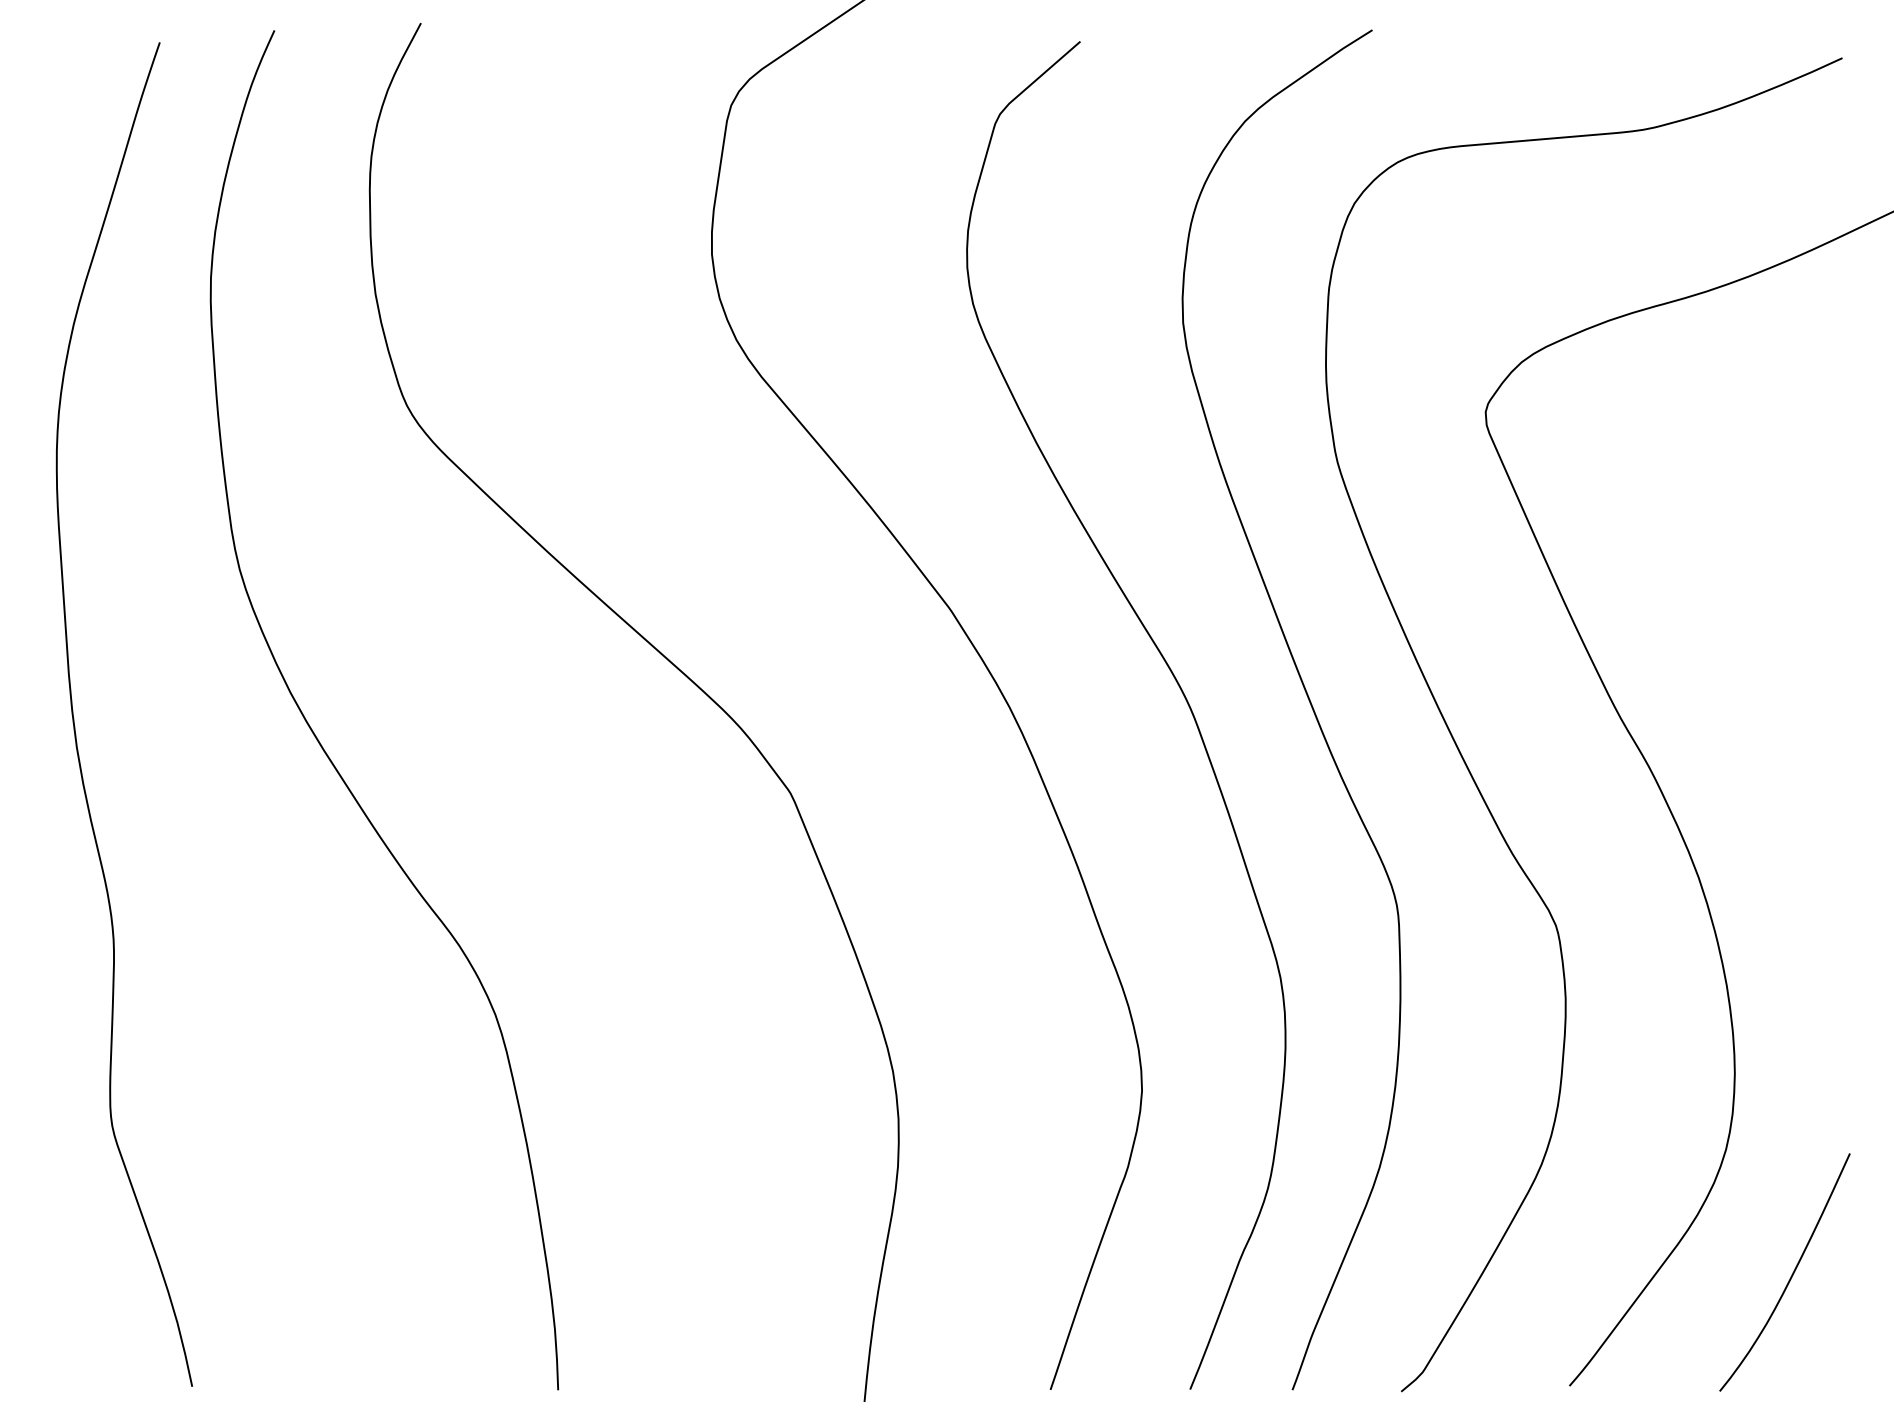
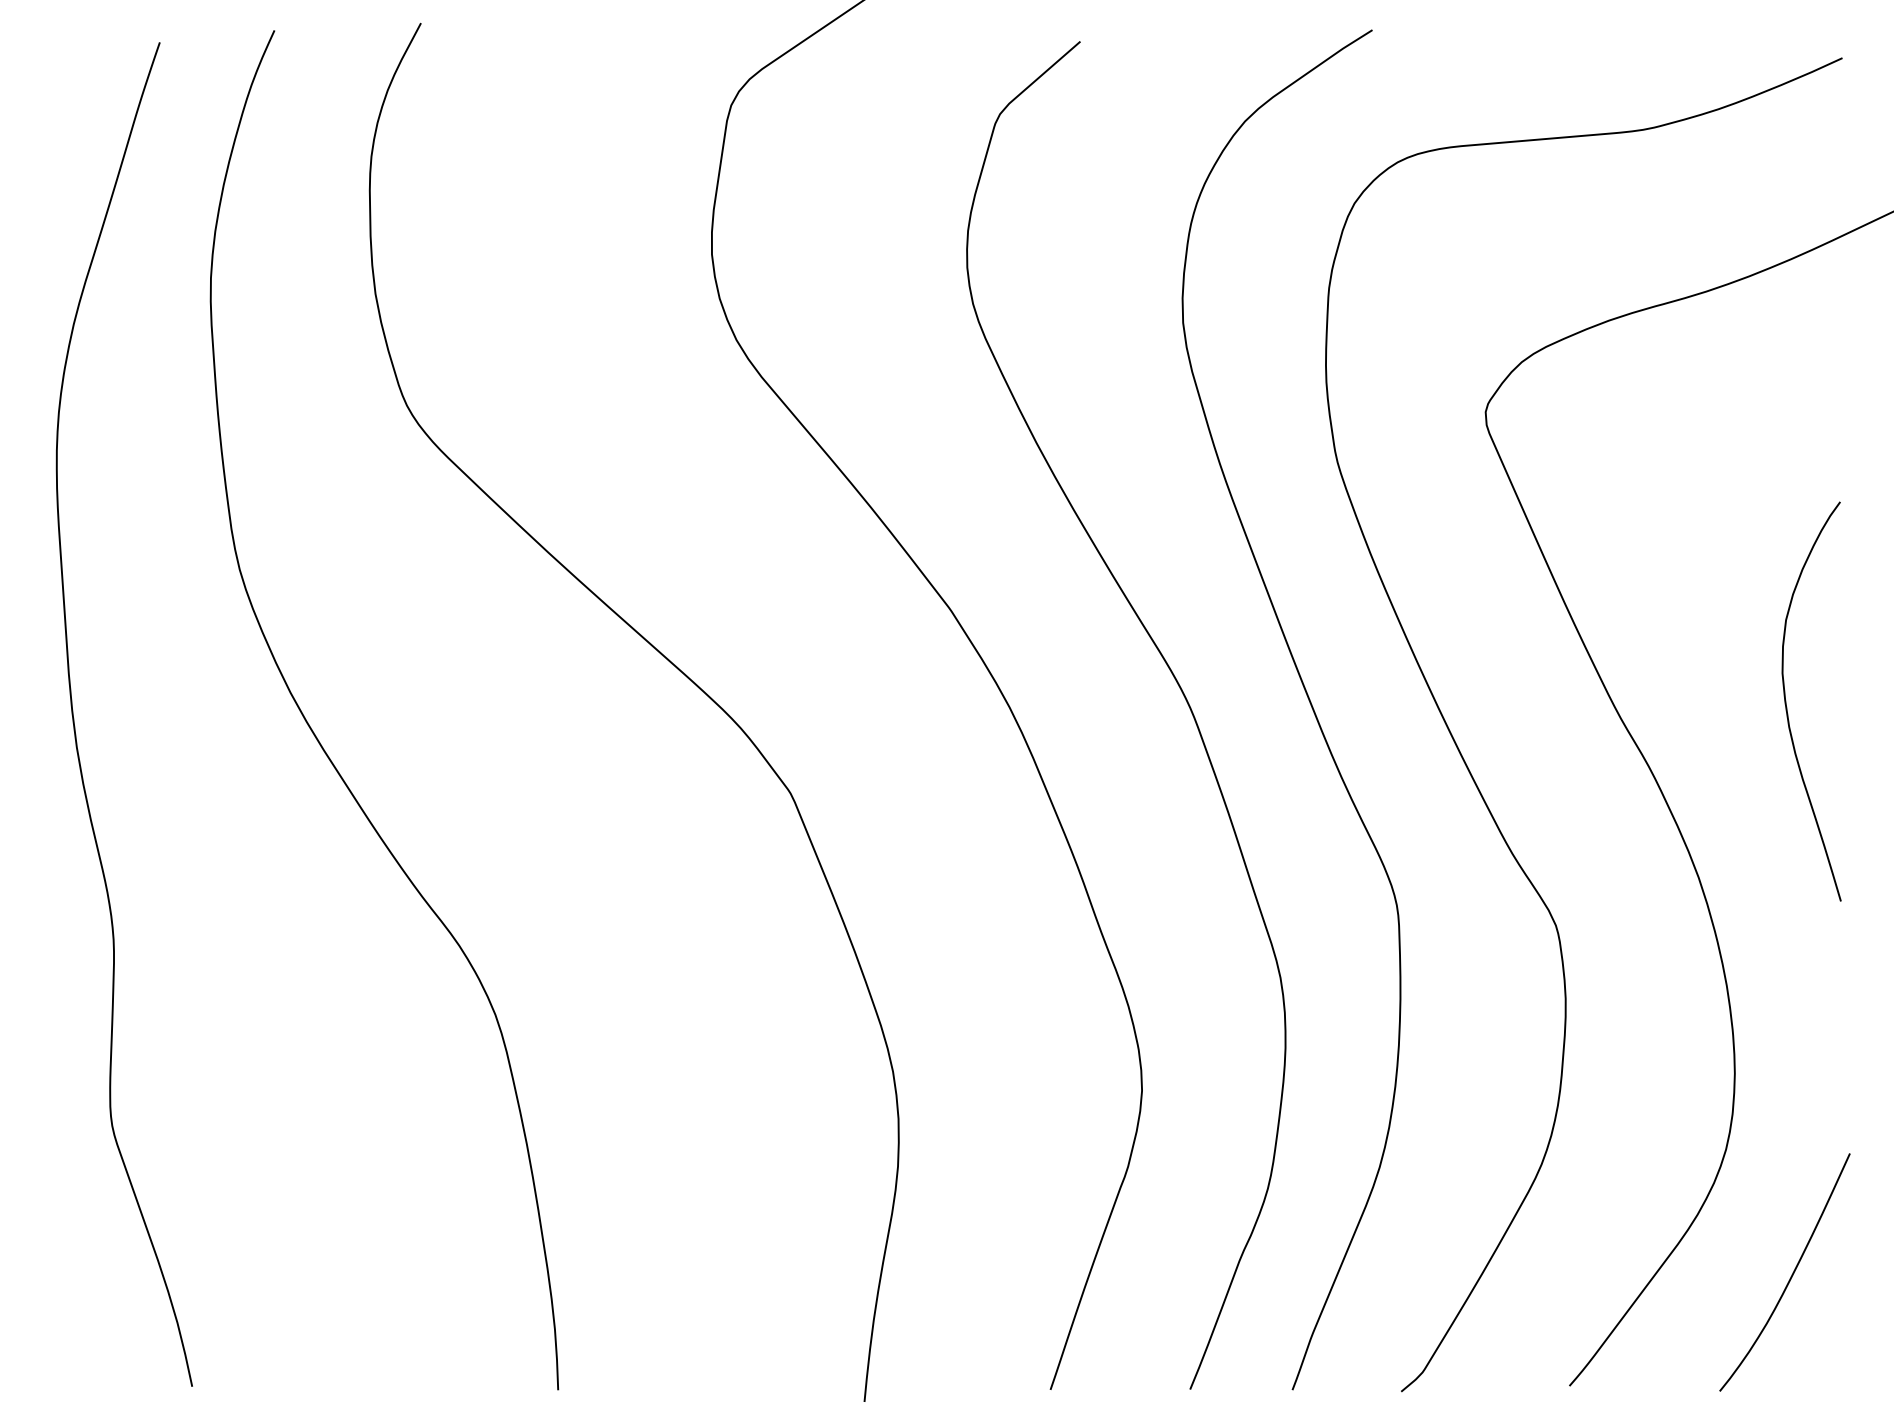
curve at (1787, 707): none -> present
